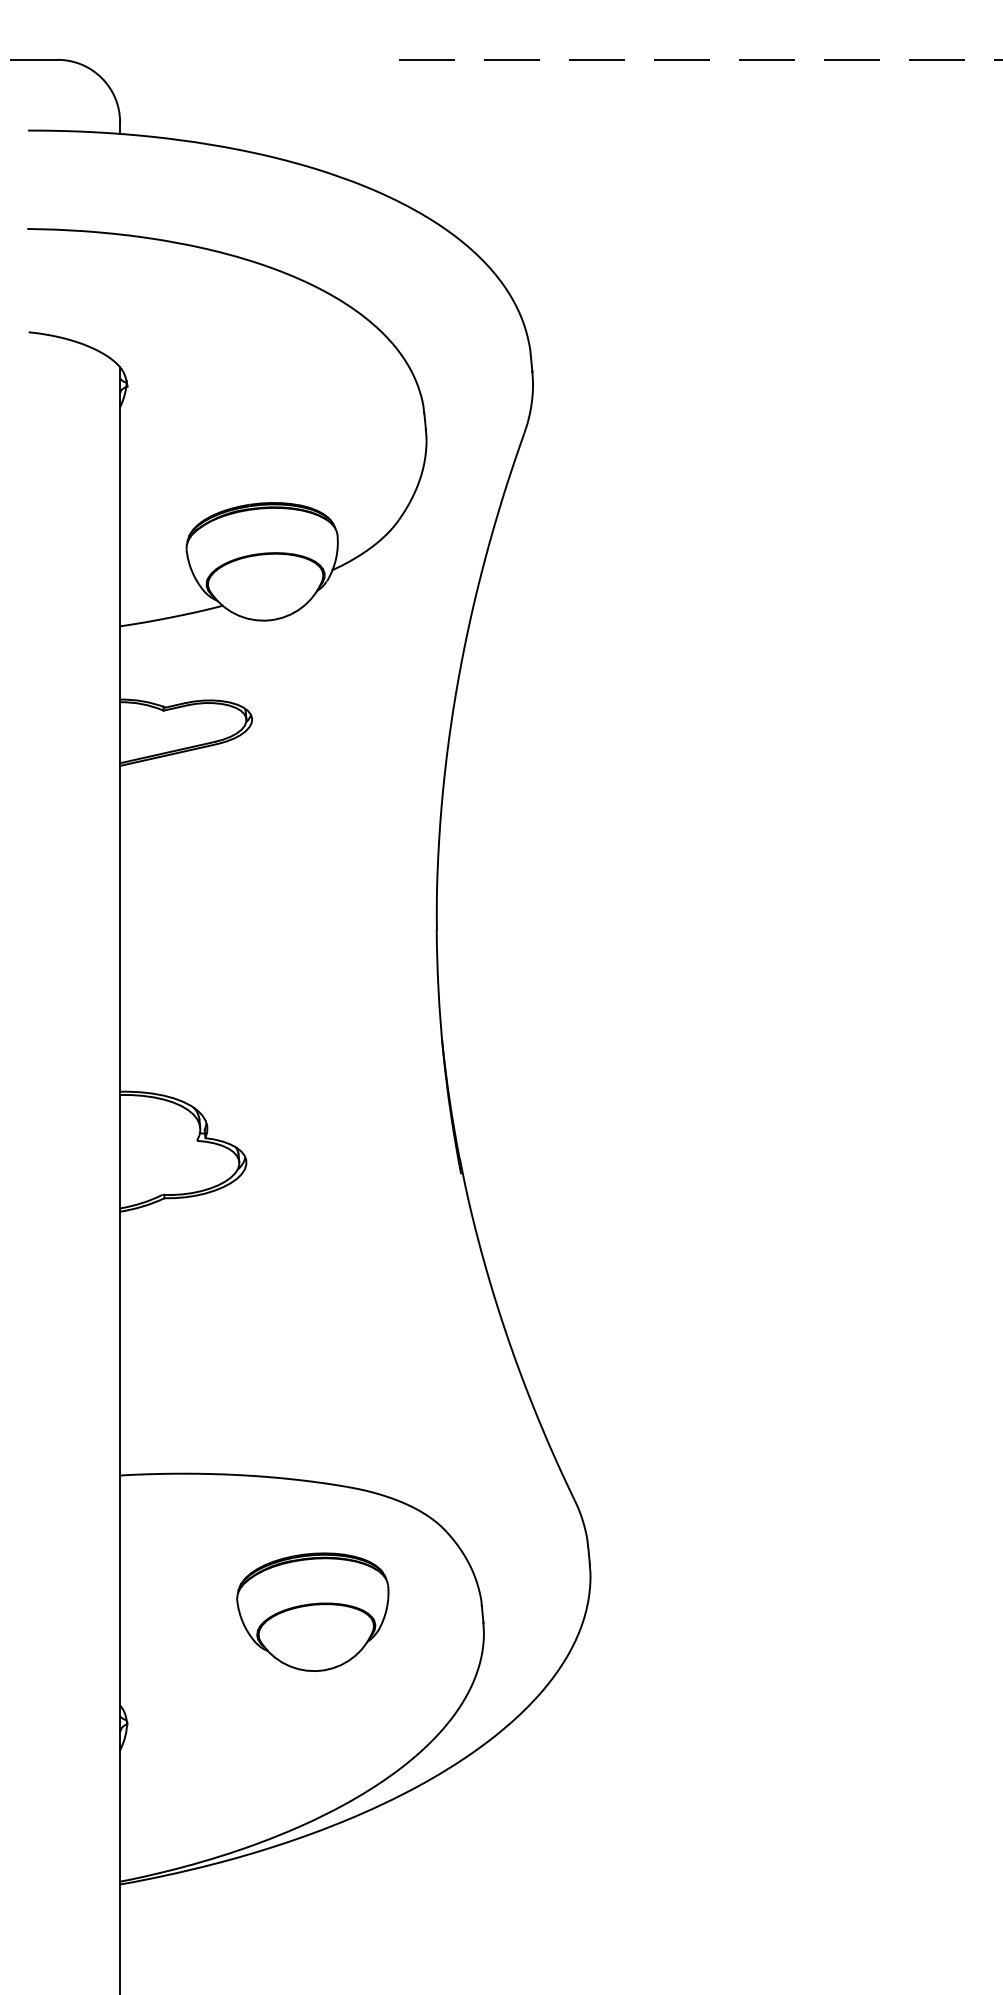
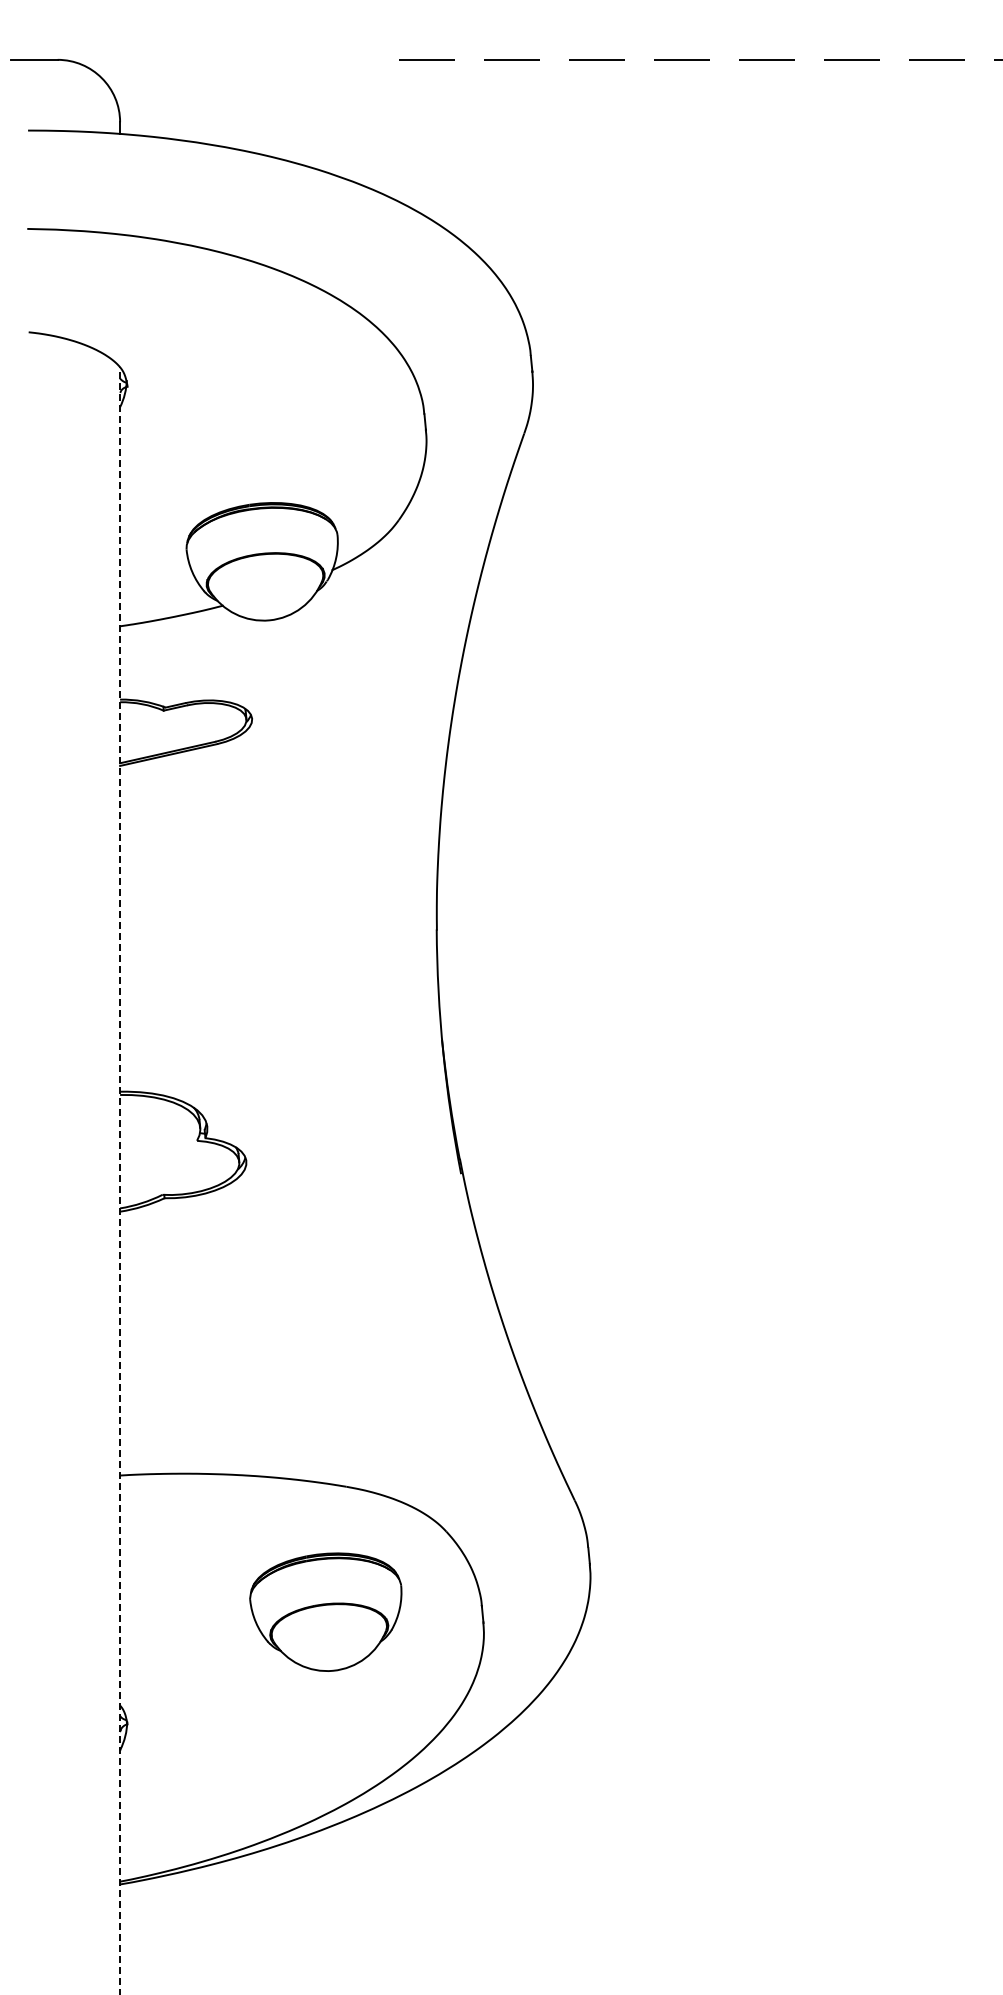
line at (120, 1180): solid -> dashed
part at (312, 1611) position: (312, 1611) -> (325, 1611)
